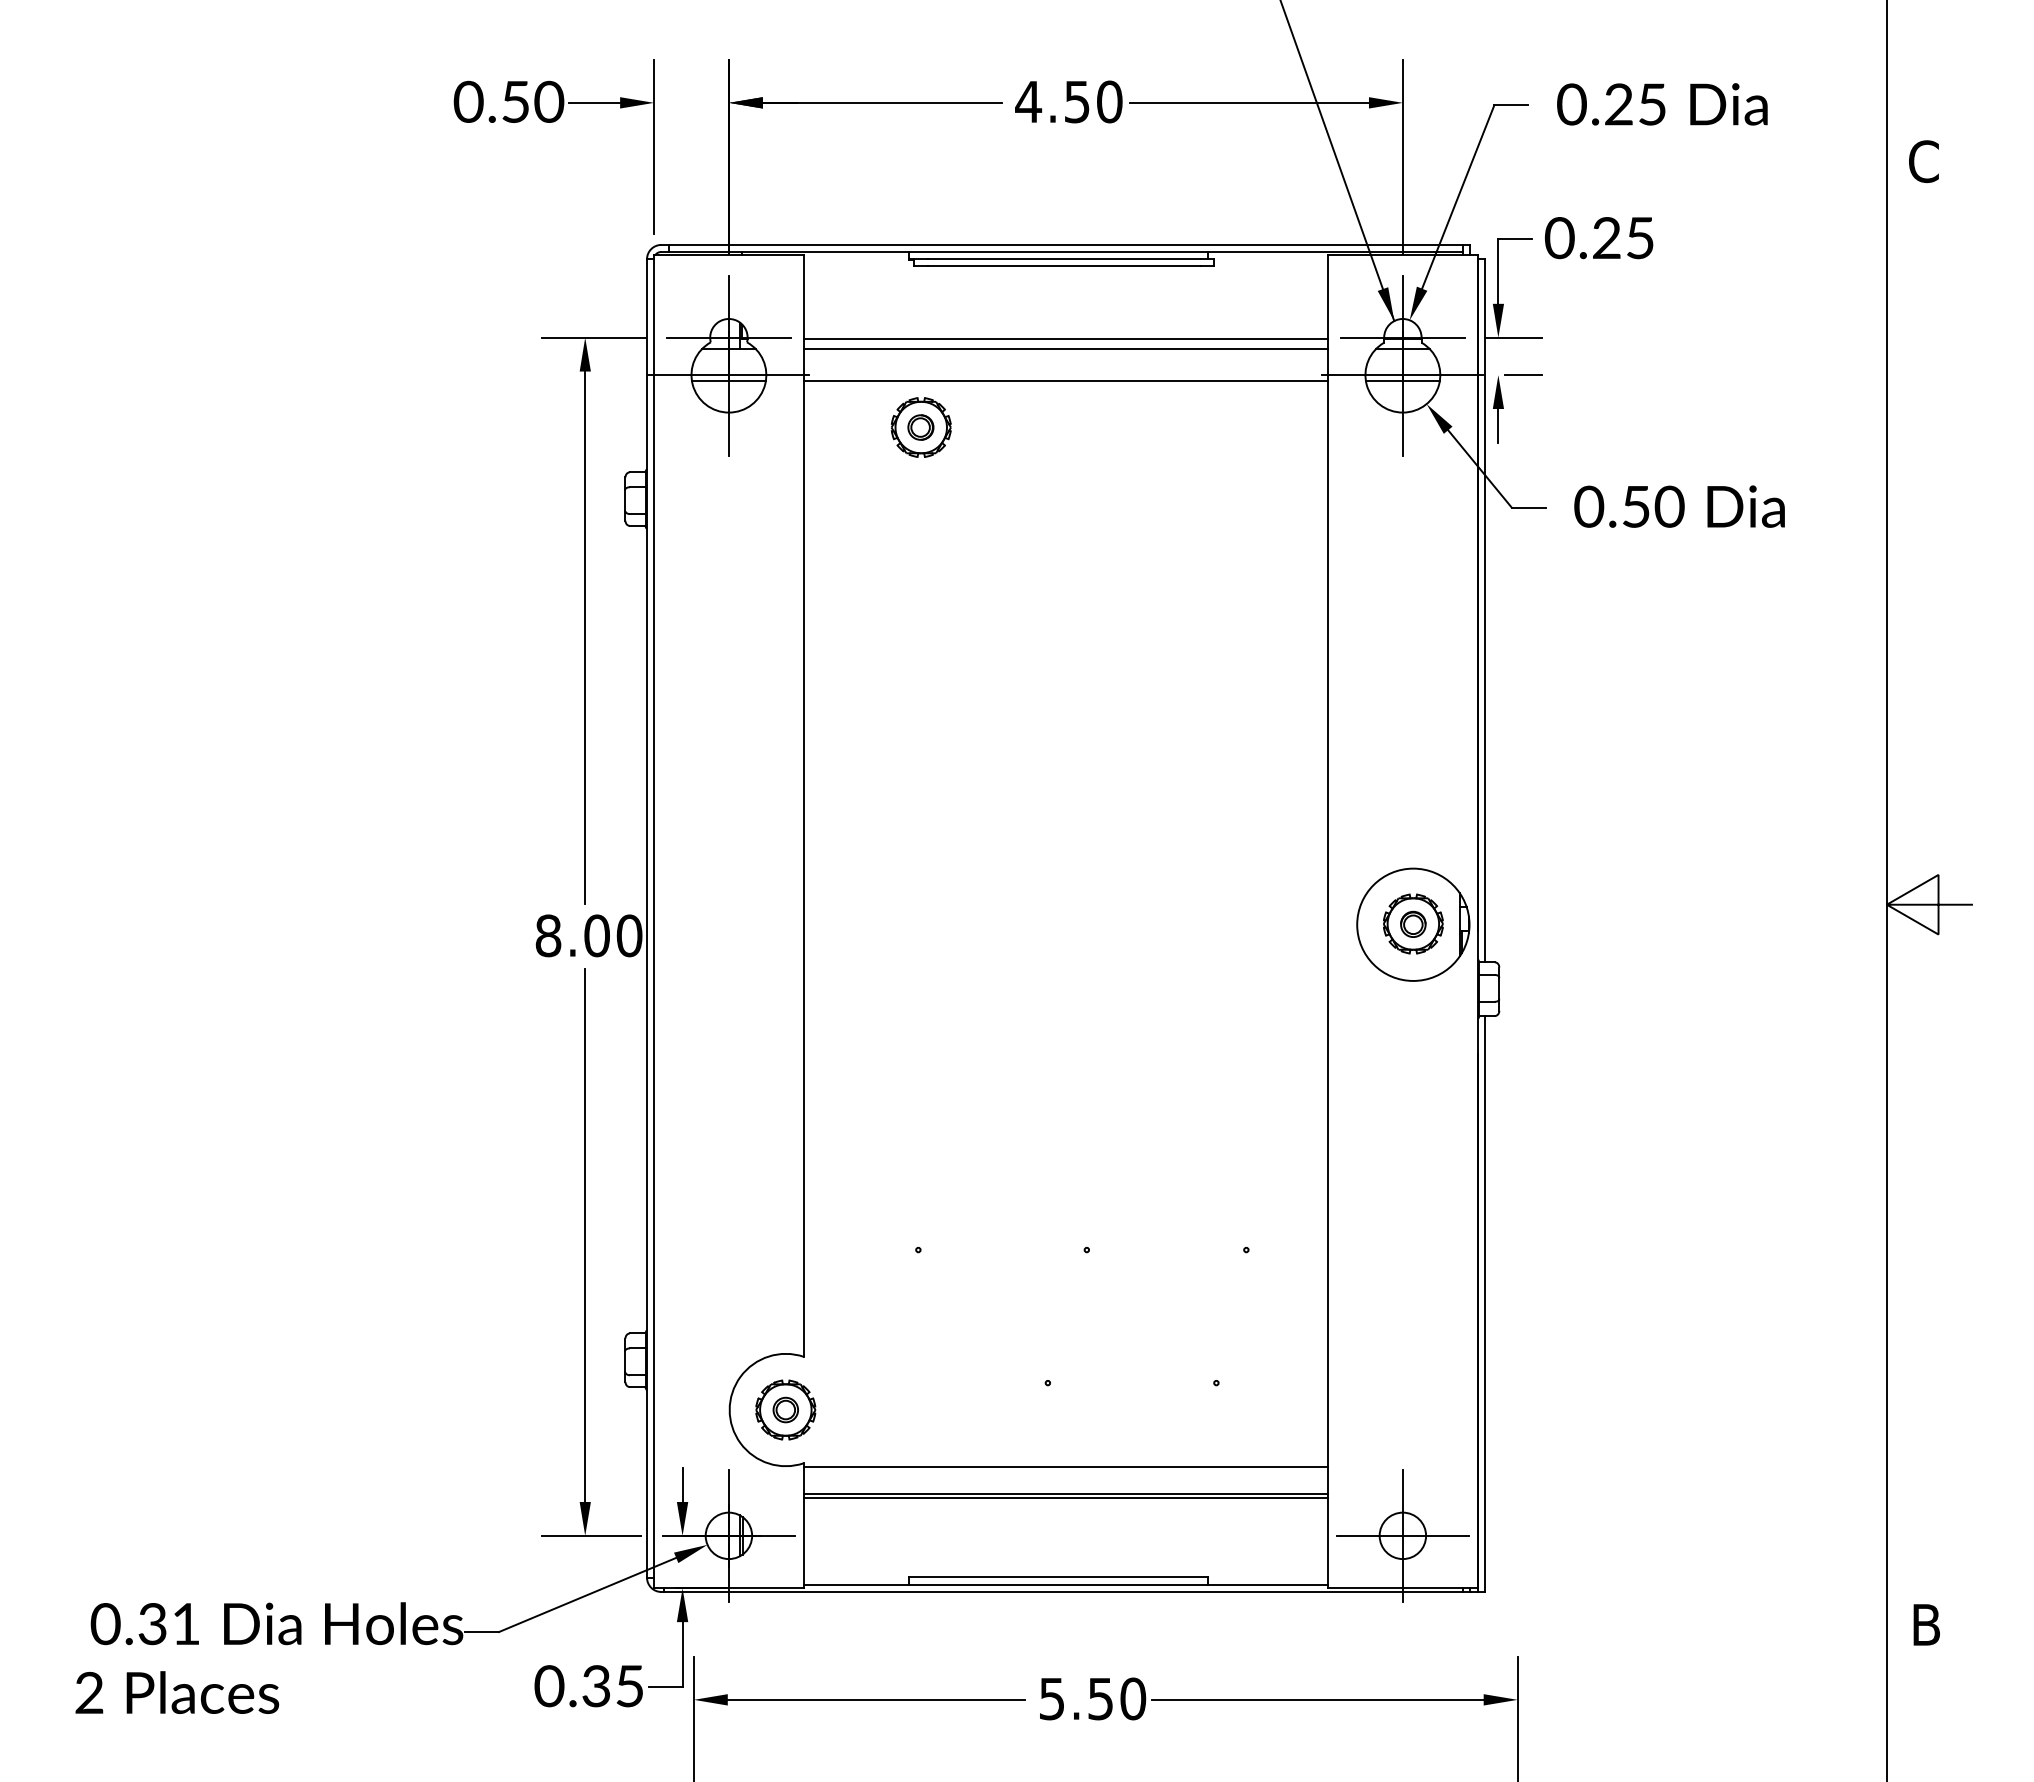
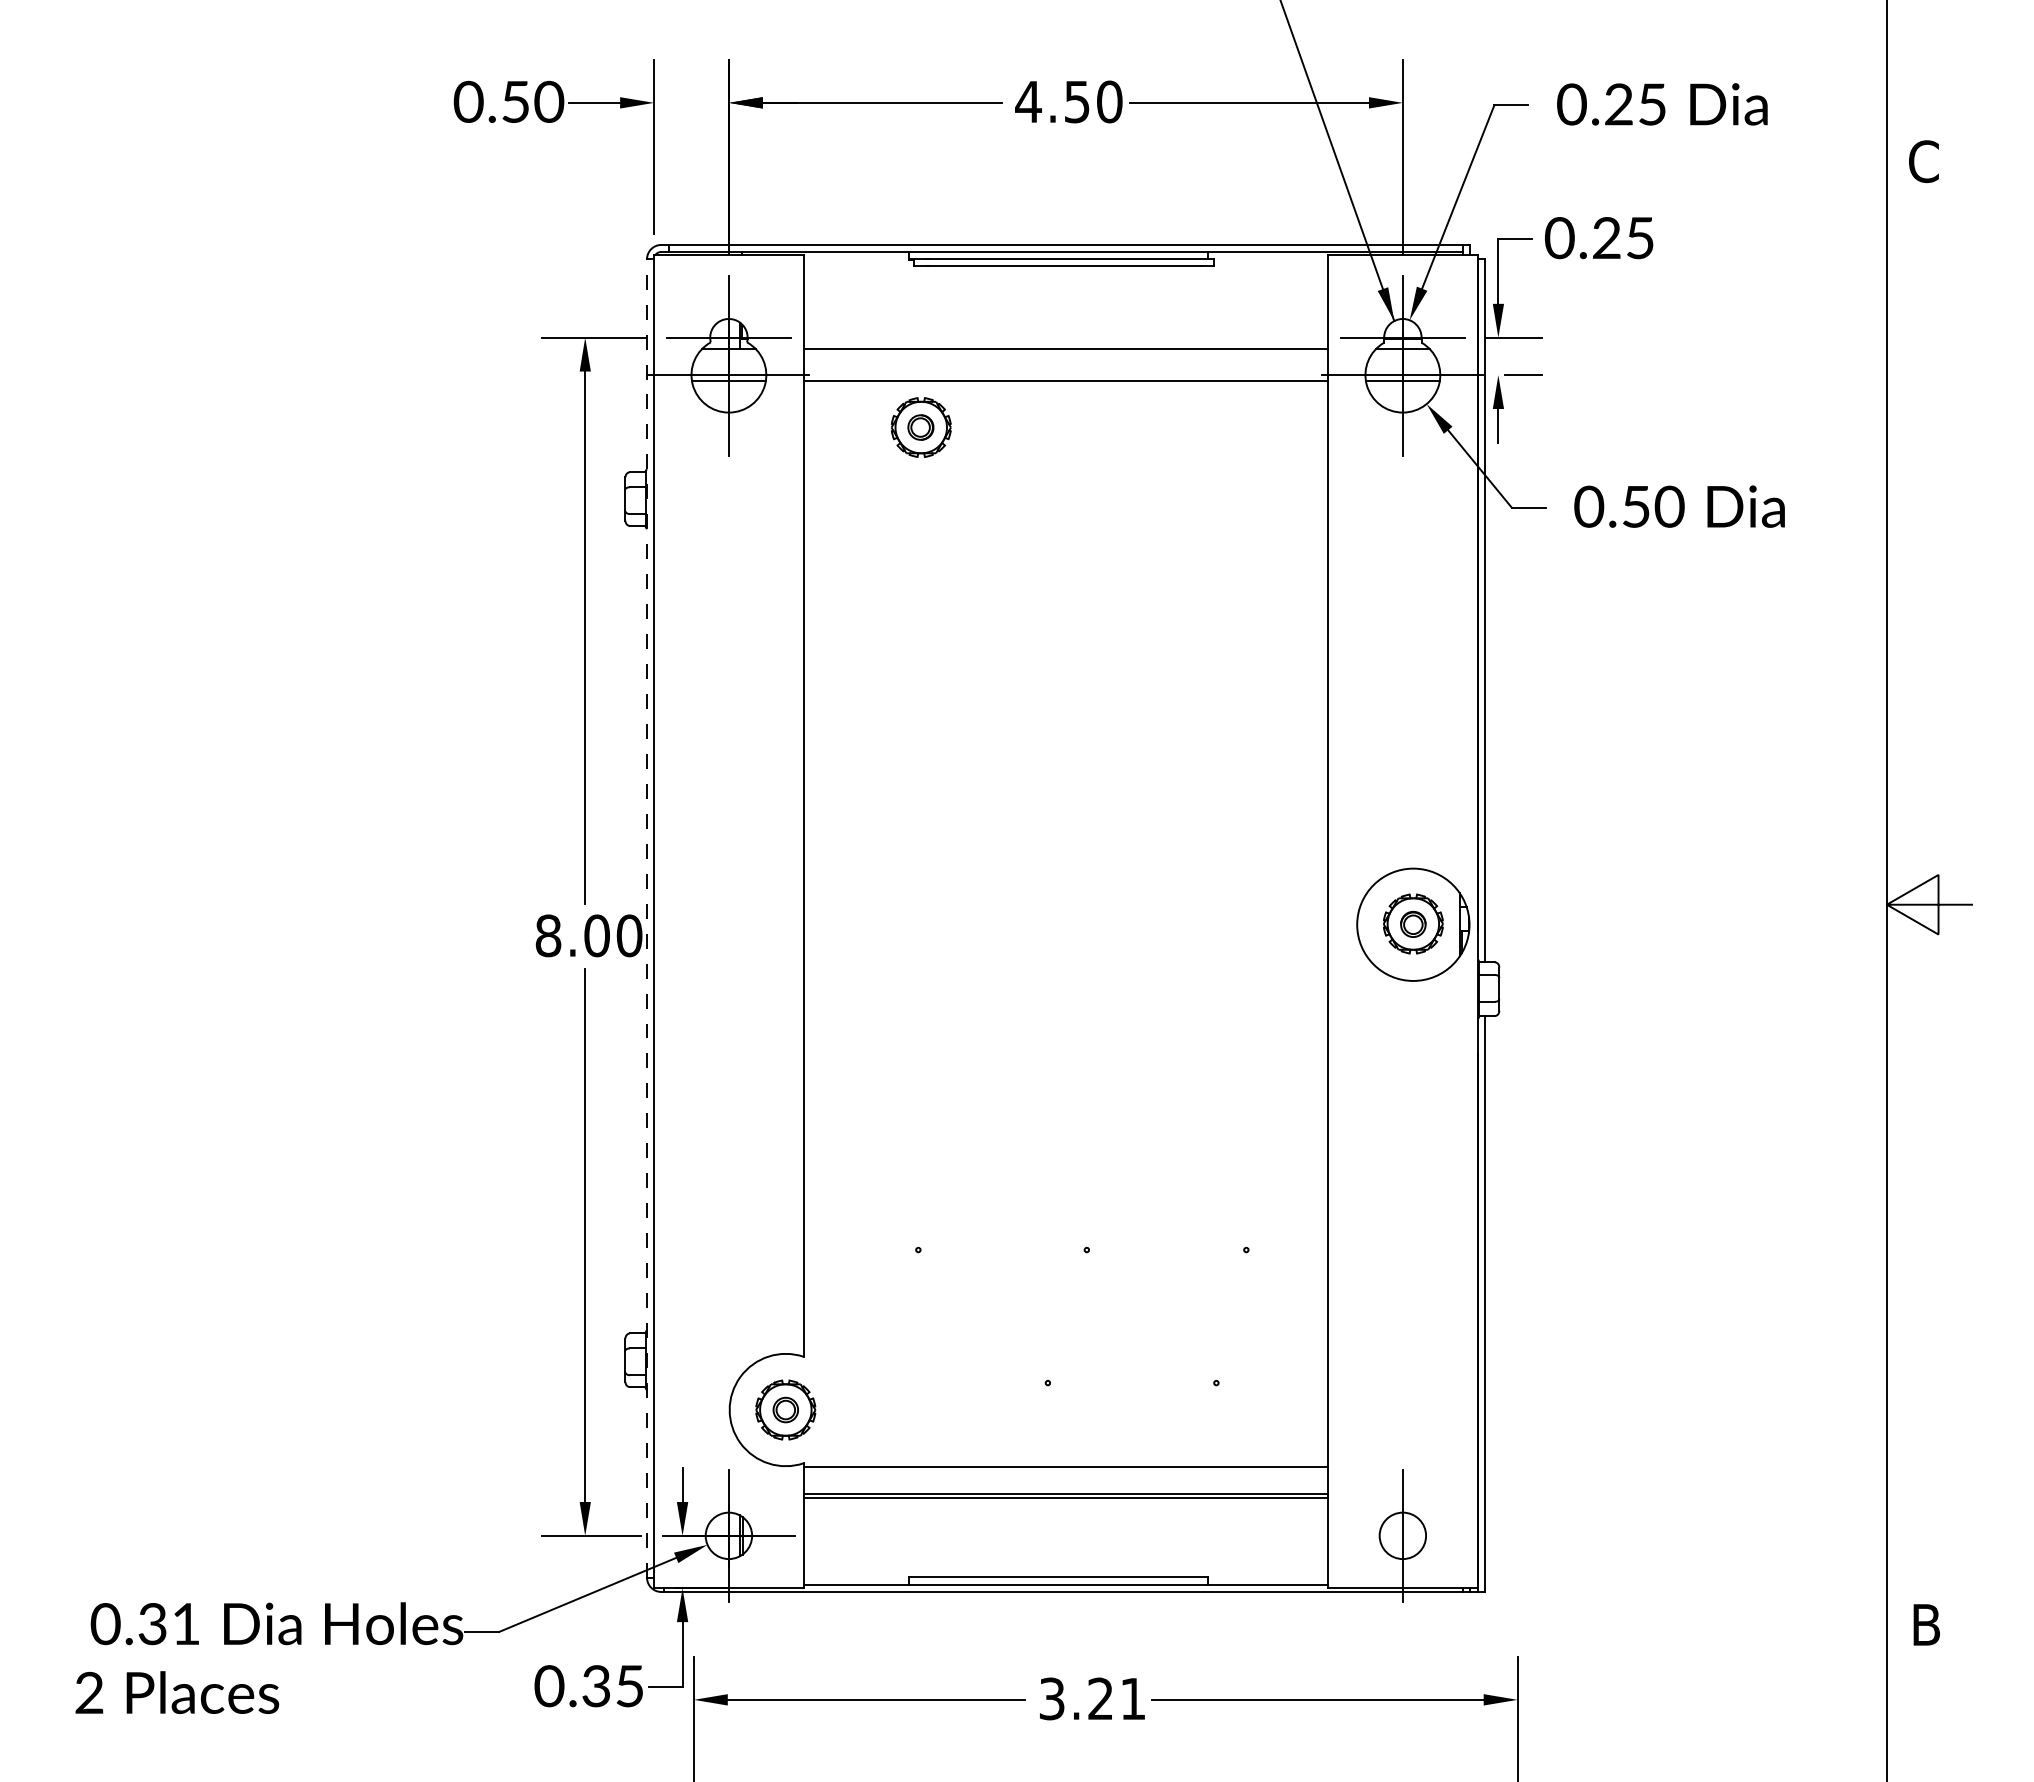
line at (1065, 338): present -> none
line at (647, 917): solid -> dashed
line at (1402, 1535): present -> none
text at (1093, 1698): 5.50 -> 3.21
